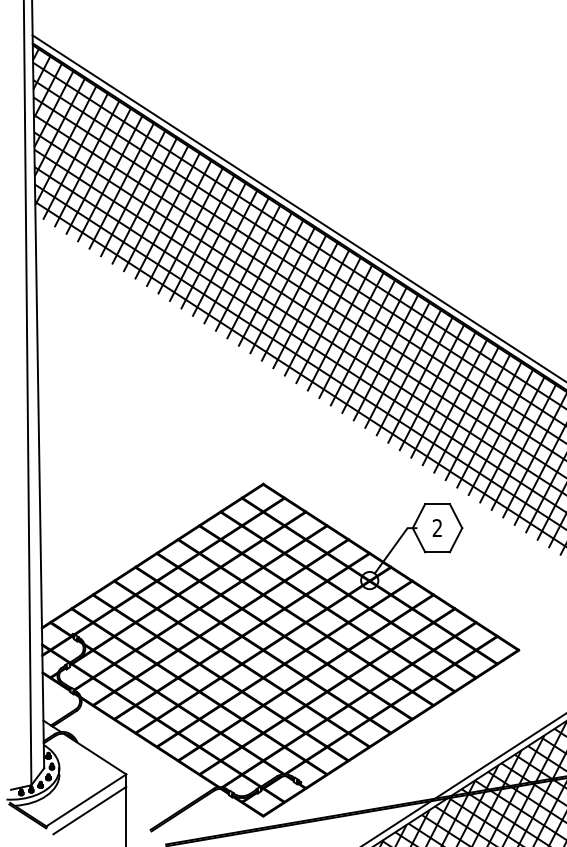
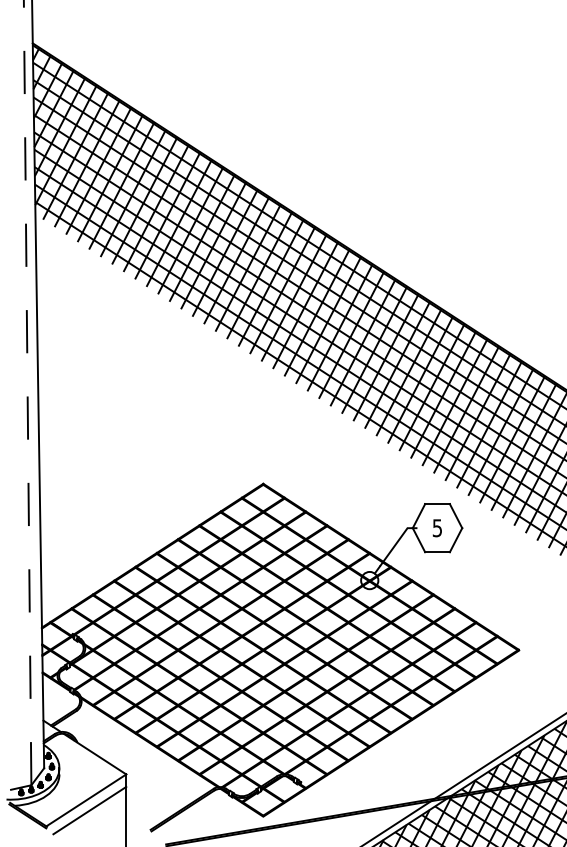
line at (297, 207): present -> none
line at (27, 392): solid -> dashed
text at (436, 528): 2 -> 5
